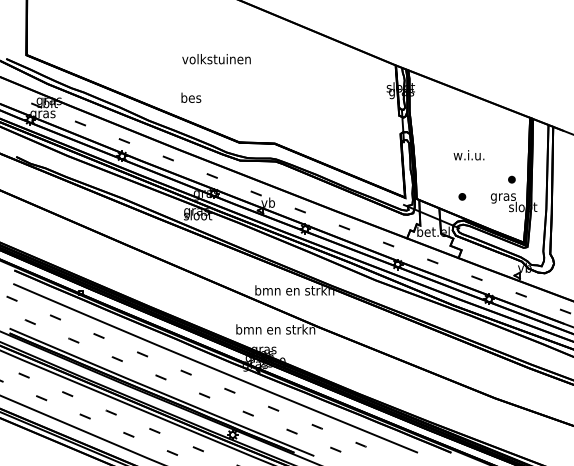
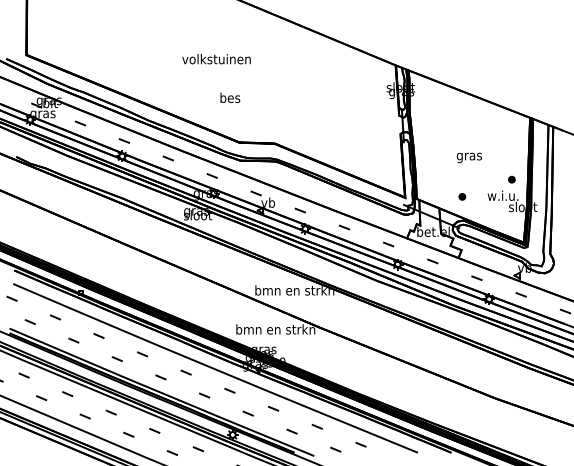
text at (191, 97) position: (191, 97) -> (230, 97)
text at (468, 156): w.i.u. -> gras
text at (502, 196): gras -> w.i.u.
